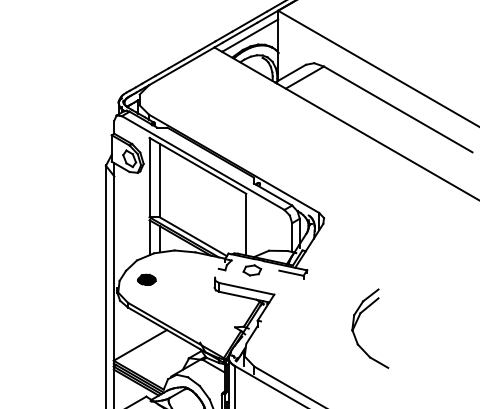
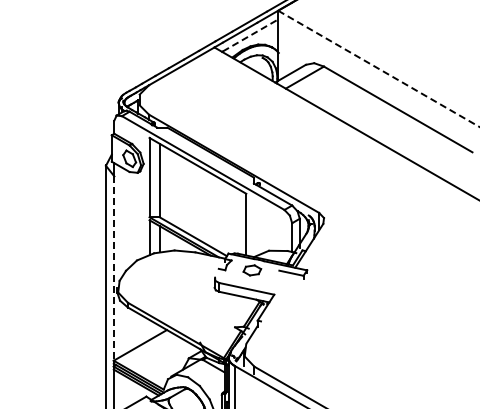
line at (250, 35): solid -> dashed
line at (379, 69): solid -> dashed
line at (114, 268): solid -> dashed
part at (146, 279): present -> none
part at (357, 322): present -> none
